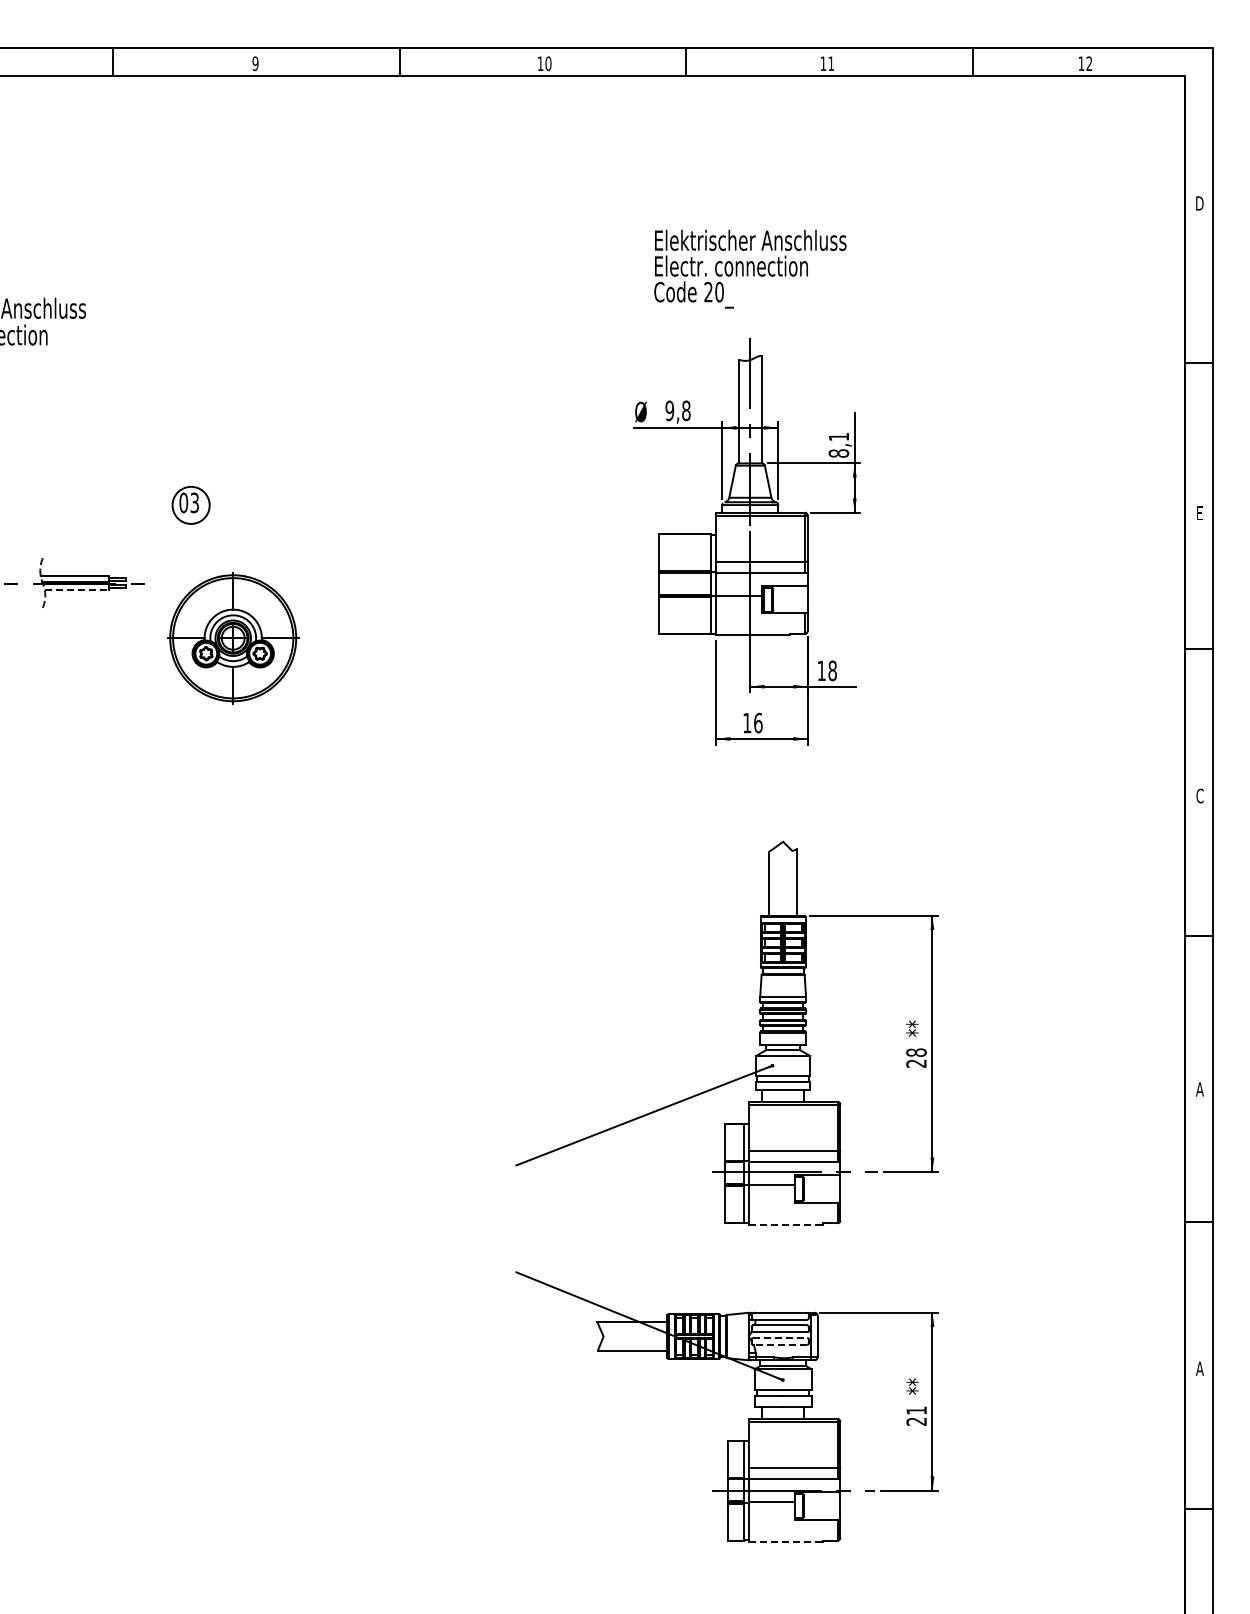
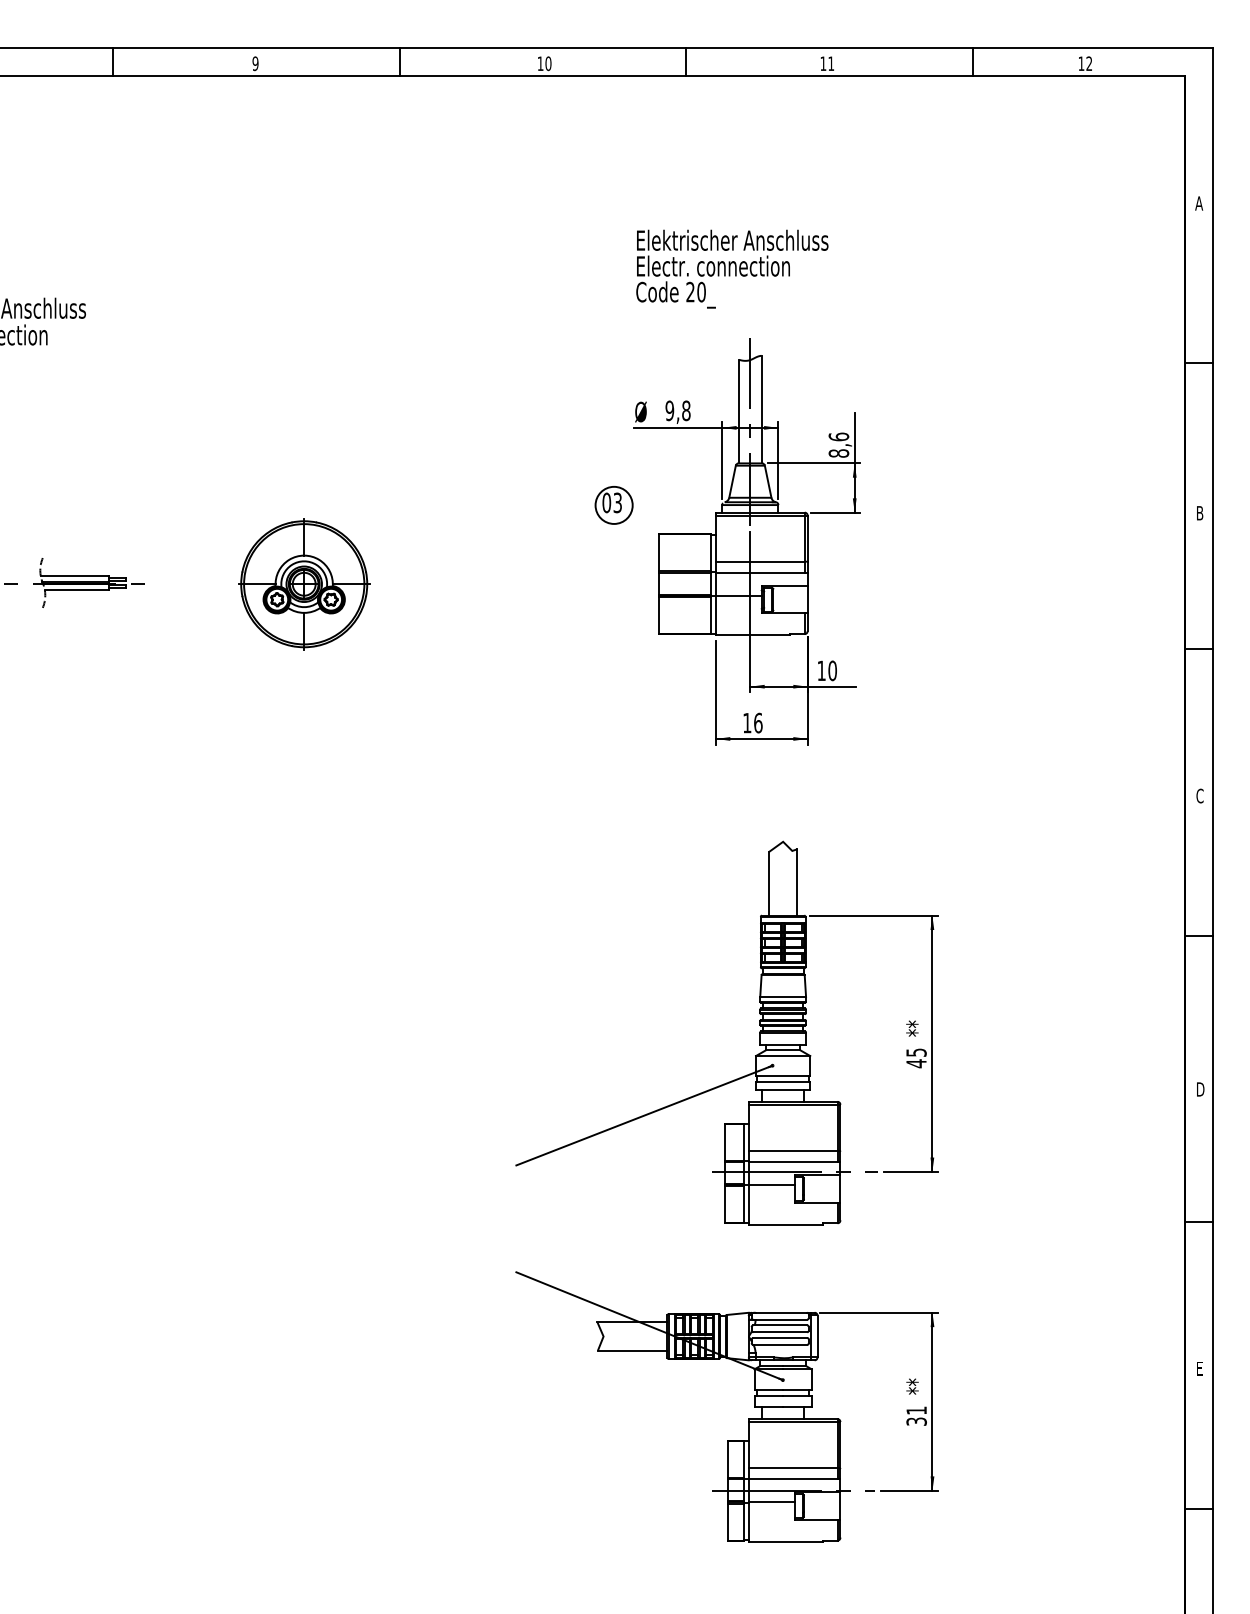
text at (1199, 203): D -> A
text at (750, 268) position: (750, 268) -> (732, 268)
text at (838, 436): 8,1 -> 8,6
part at (190, 505) position: (190, 505) -> (613, 505)
text at (1200, 513): E -> B
line at (76, 589): dashed -> solid
part at (233, 638) position: (233, 638) -> (304, 584)
text at (832, 670): 18 -> 10
text at (916, 1058): 28 -> 45
text at (1200, 1089): A -> D
line at (786, 1224): dashed -> solid
line at (780, 1337): dashed -> solid
line at (780, 1344): dashed -> solid
text at (1199, 1368): A -> E
text at (916, 1421): 21 -> 31
line at (786, 1541): dashed -> solid
